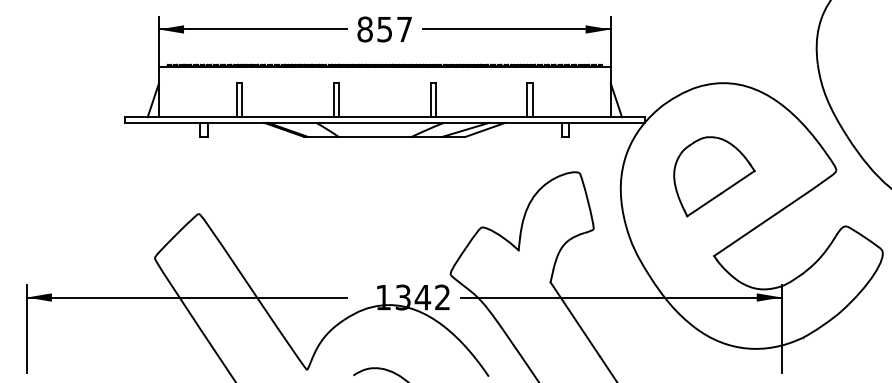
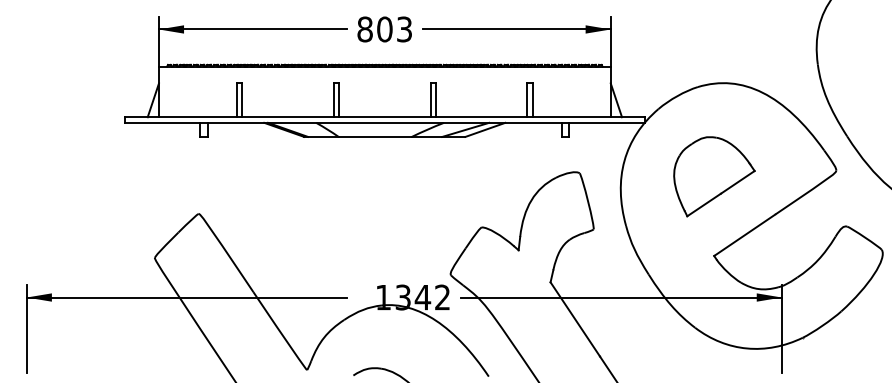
text at (394, 29): 857 -> 803
